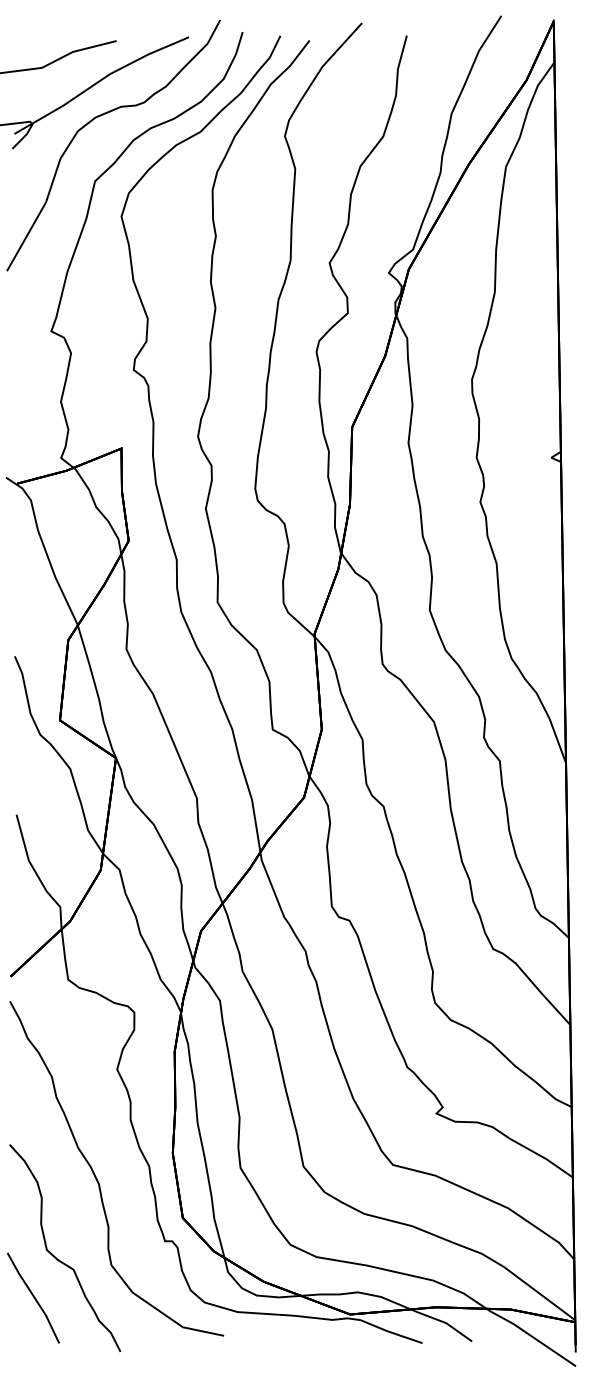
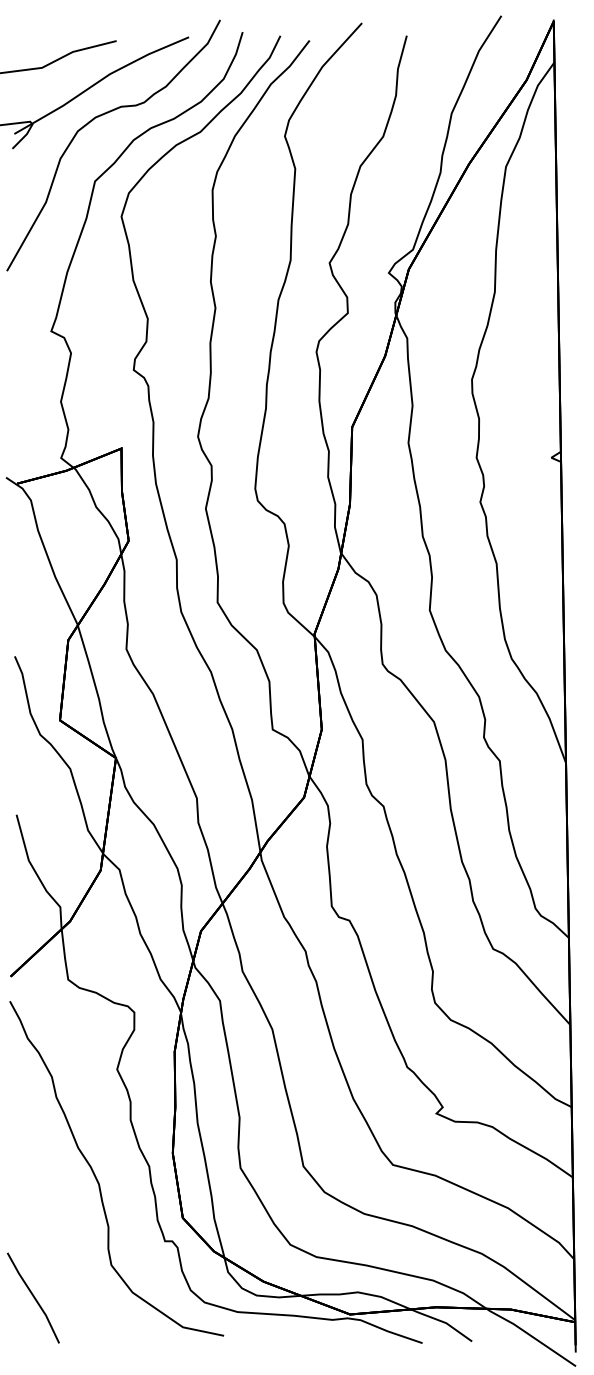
part at (59, 1259): present -> none
